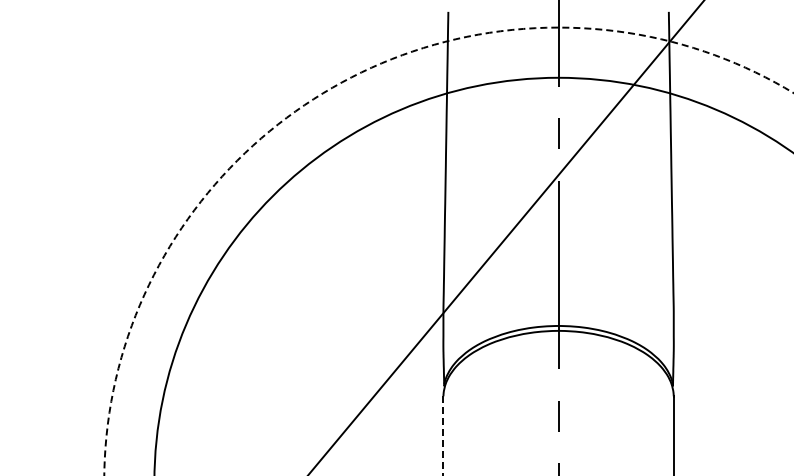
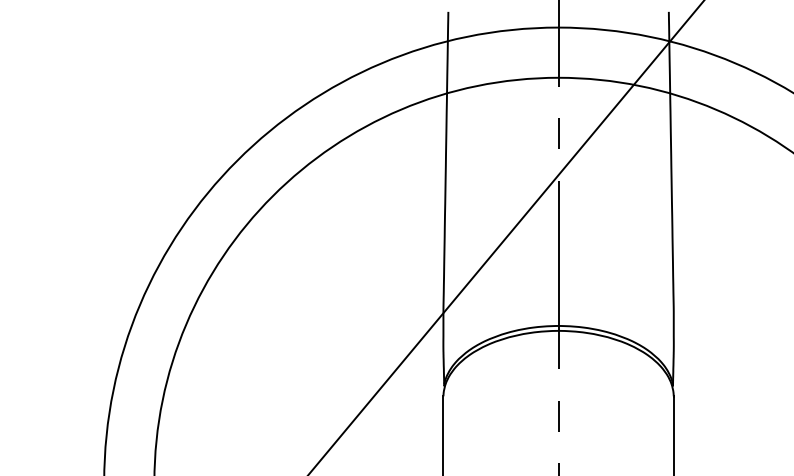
circle at (448, 251): dashed -> solid
line at (443, 436): dashed -> solid
